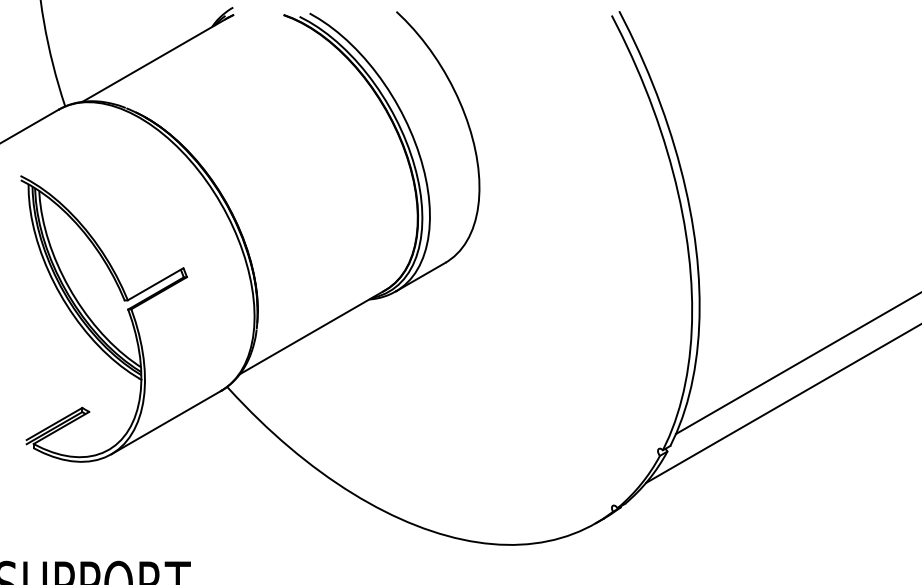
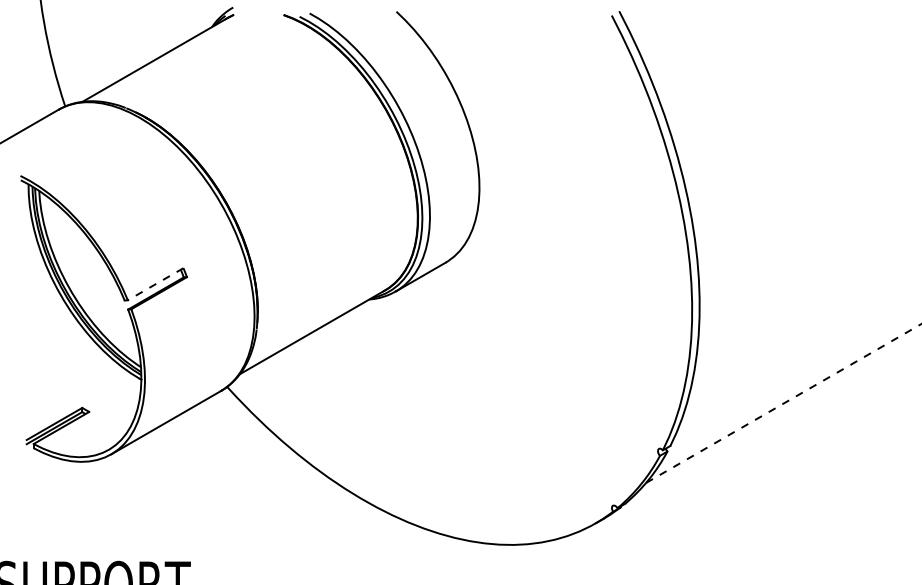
line at (155, 284): solid -> dashed
line at (797, 363): present -> none
line at (783, 403): solid -> dashed
